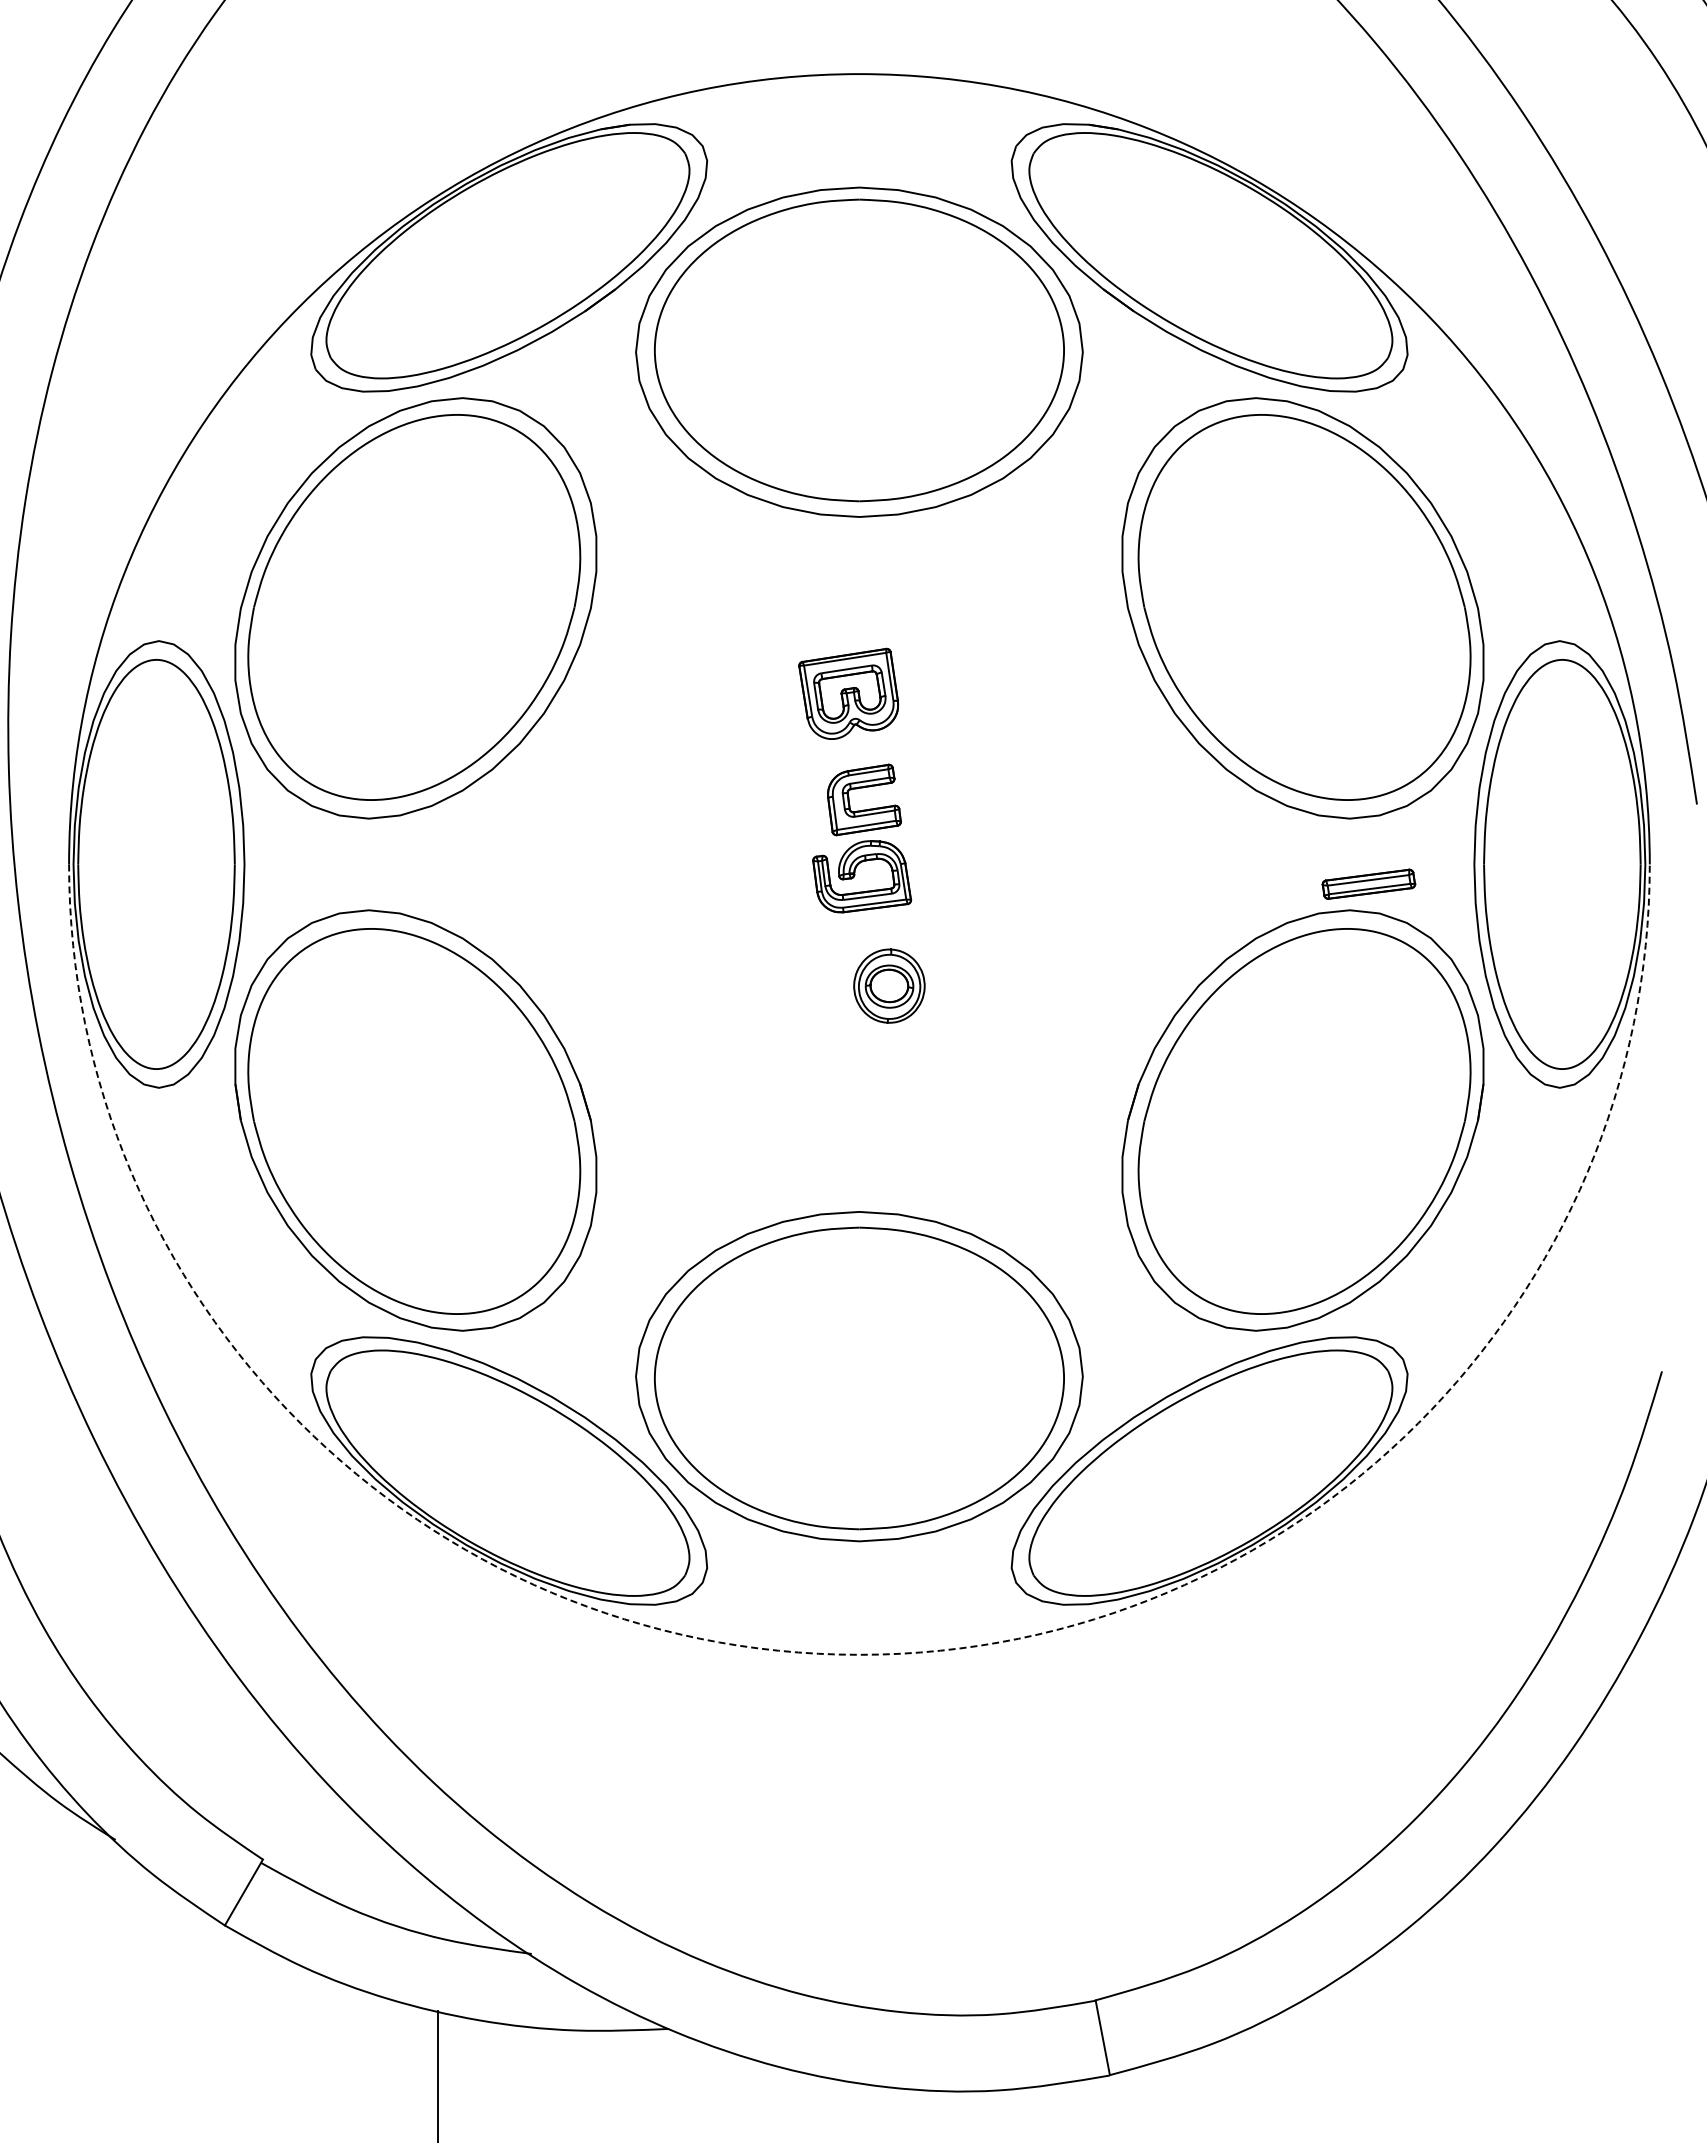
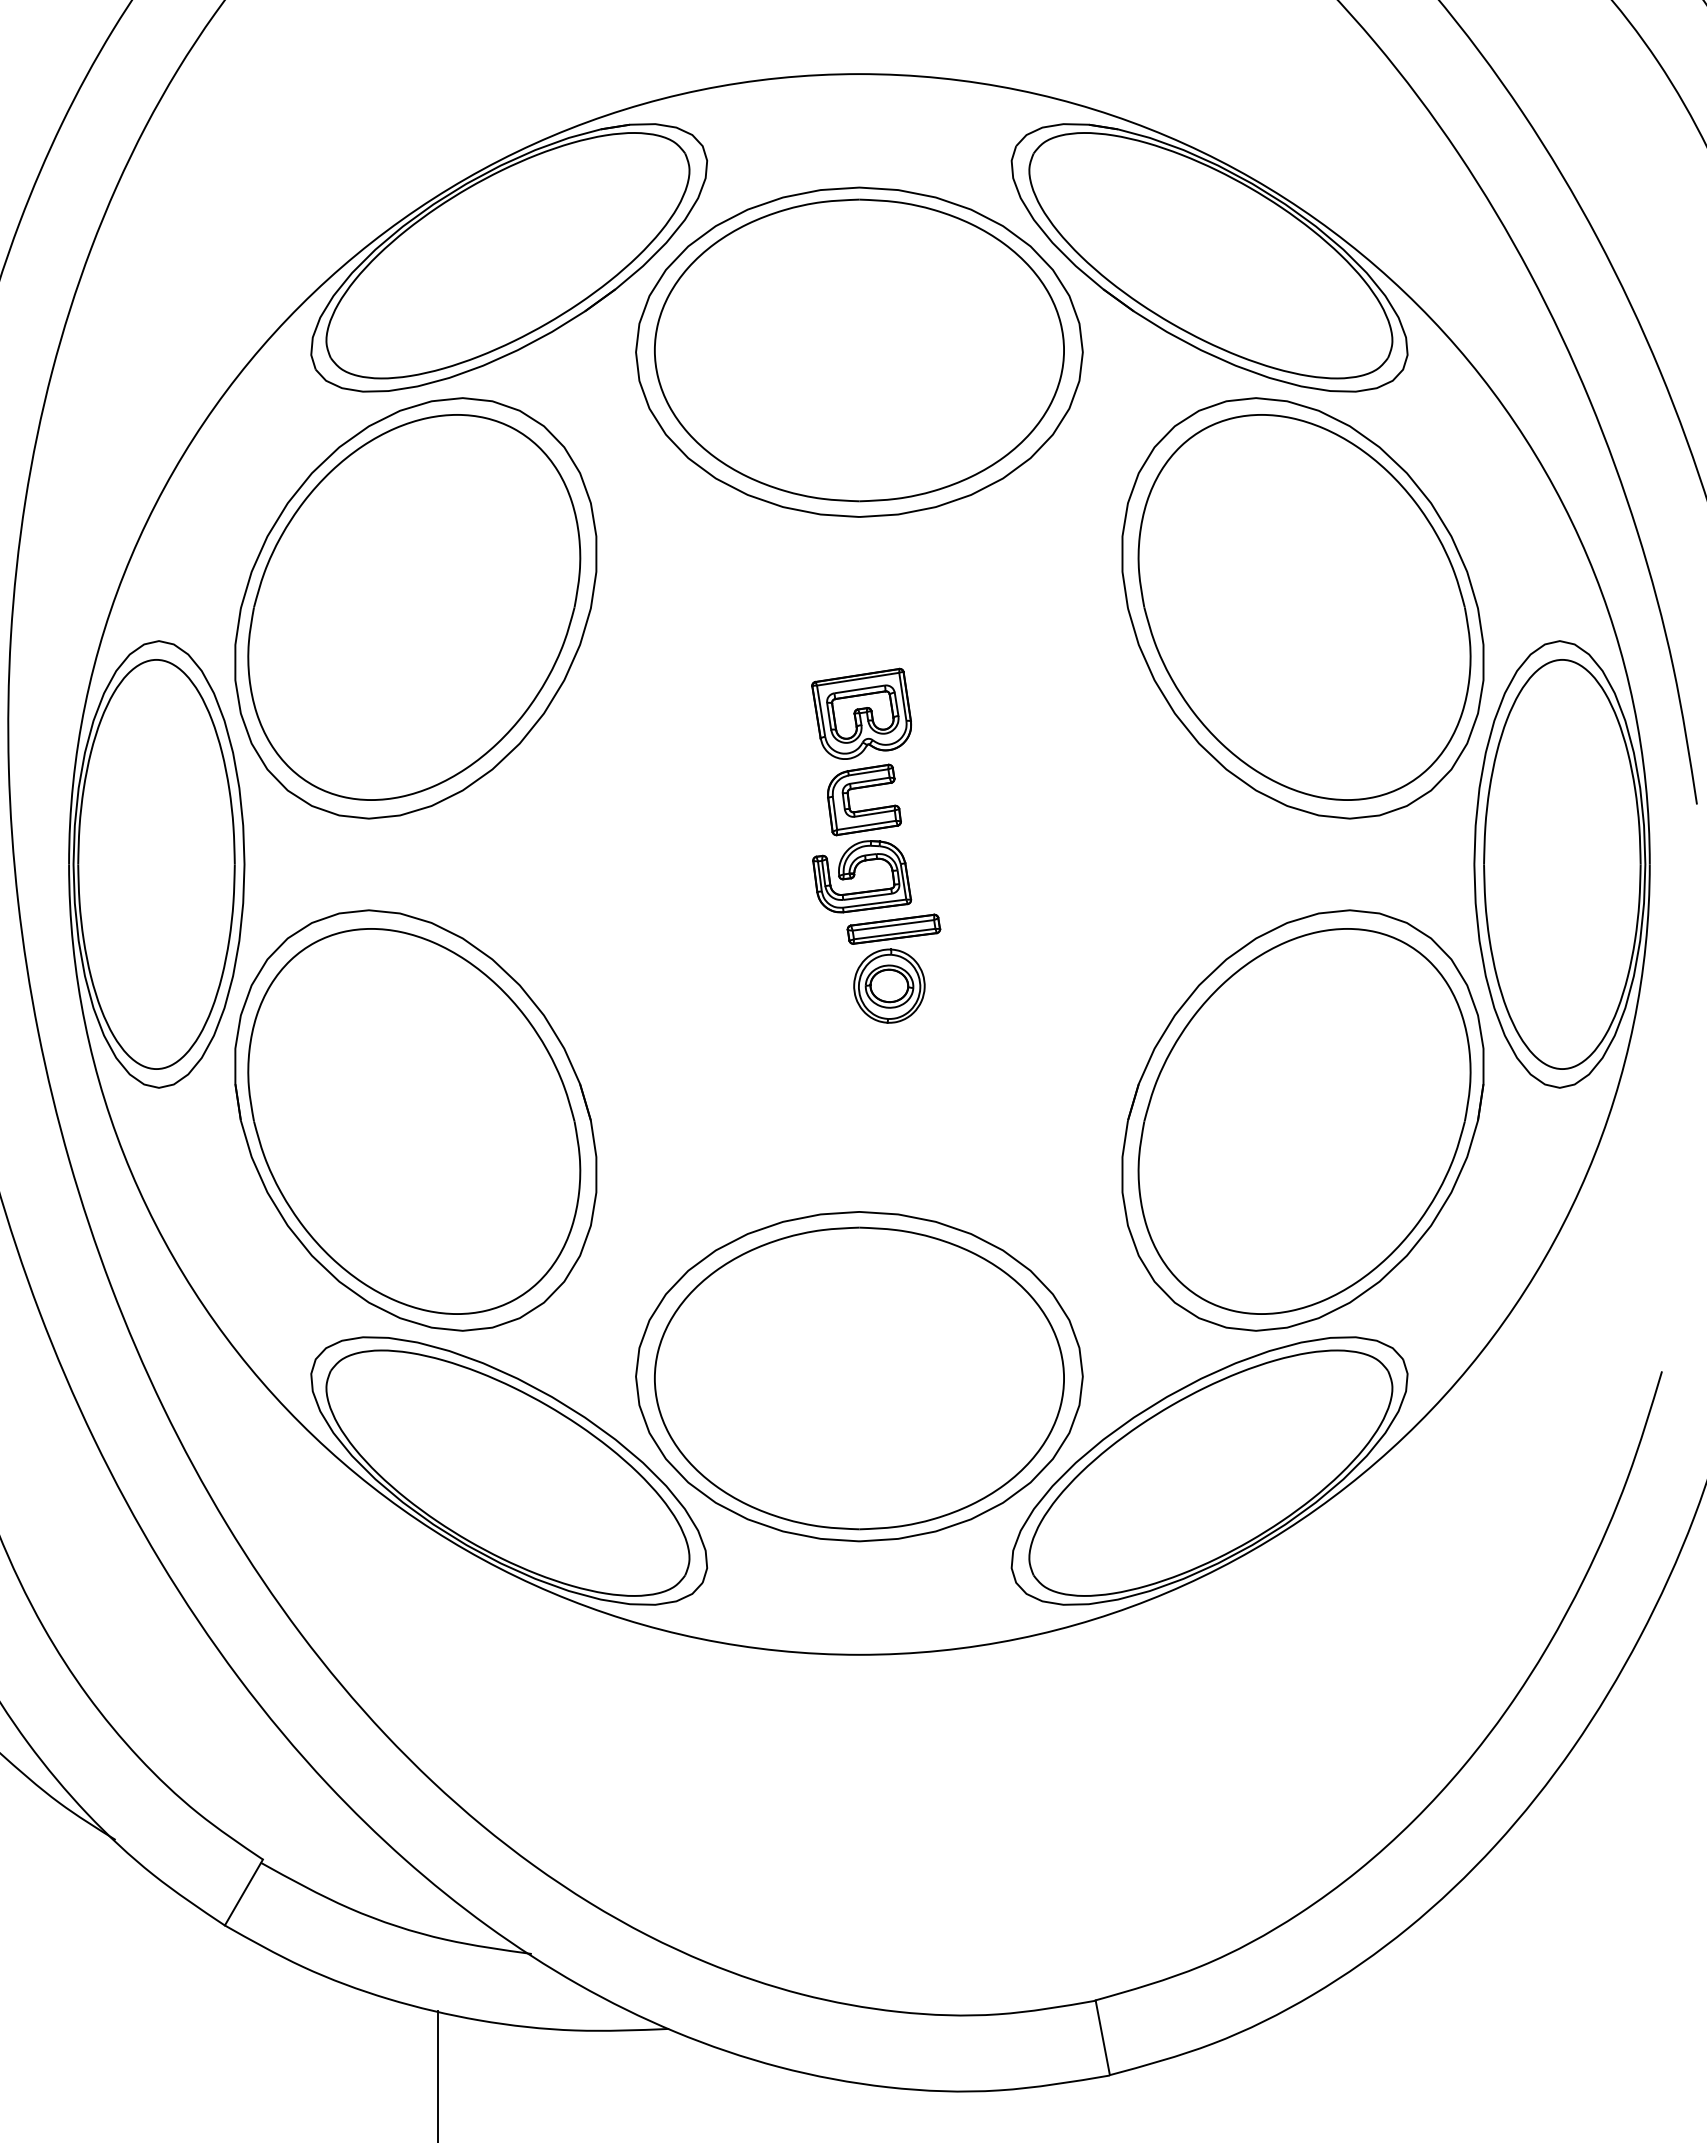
part at (848, 693) position: (848, 693) -> (861, 713)
part at (1368, 883) position: (1368, 883) -> (893, 928)
arc at (859, 1654): dashed -> solid
